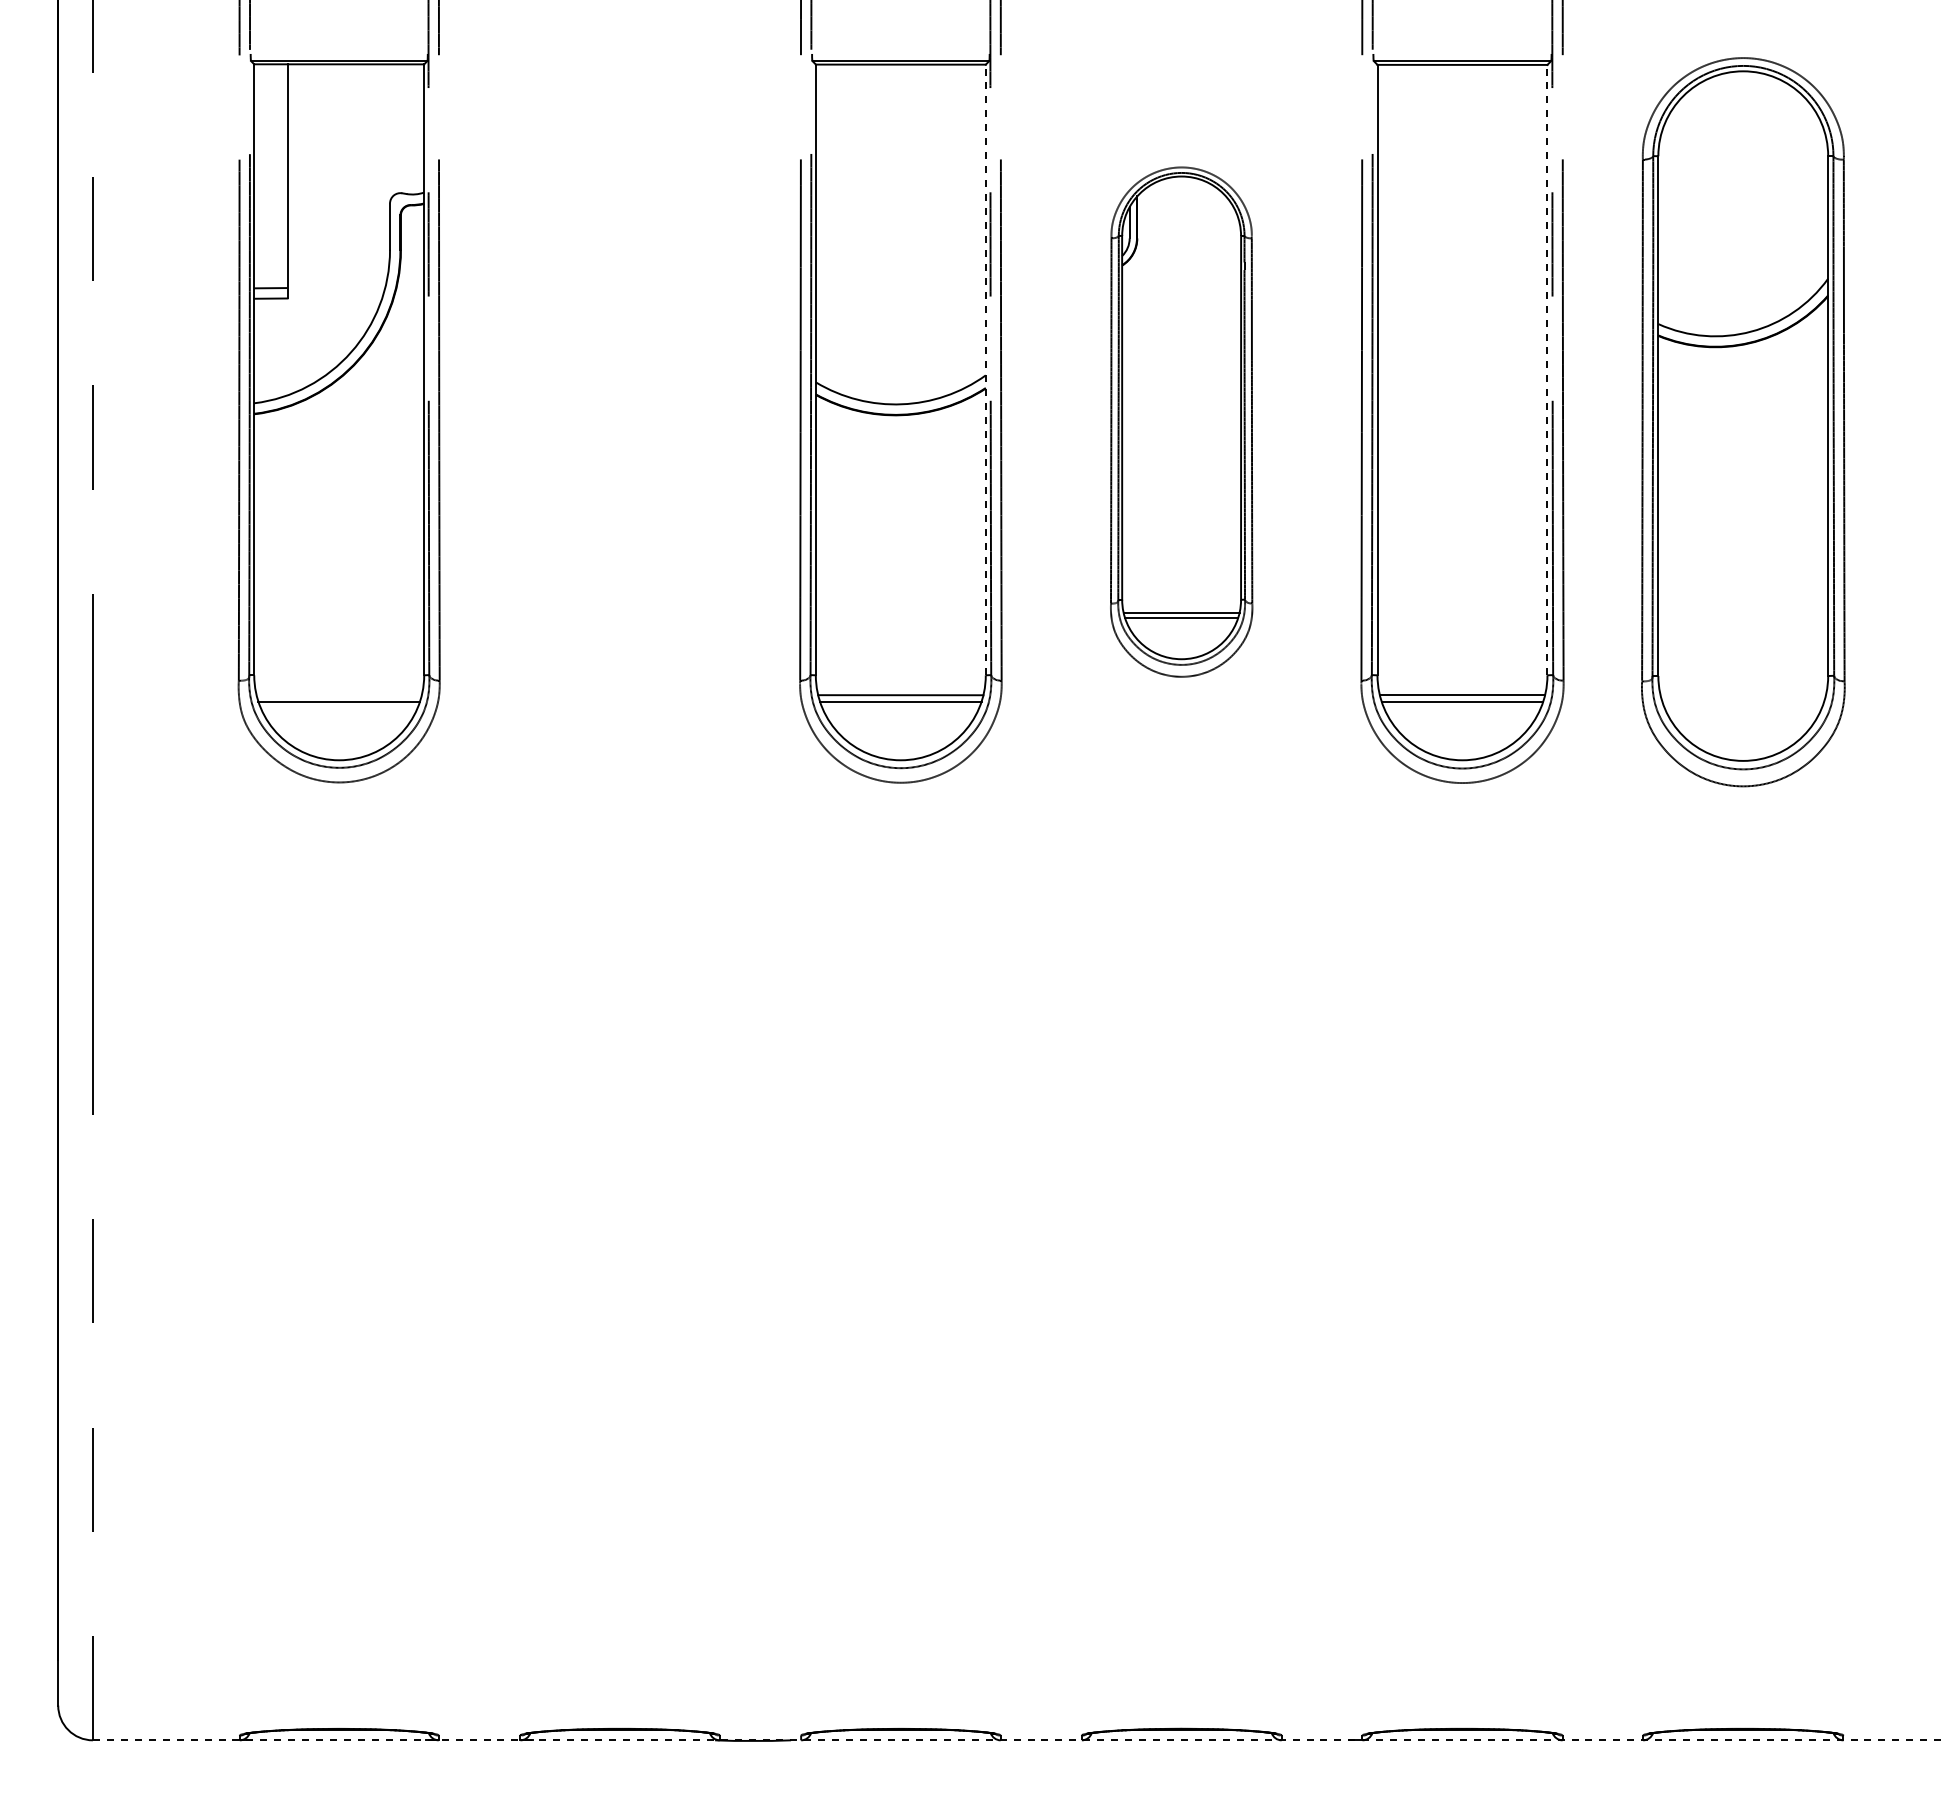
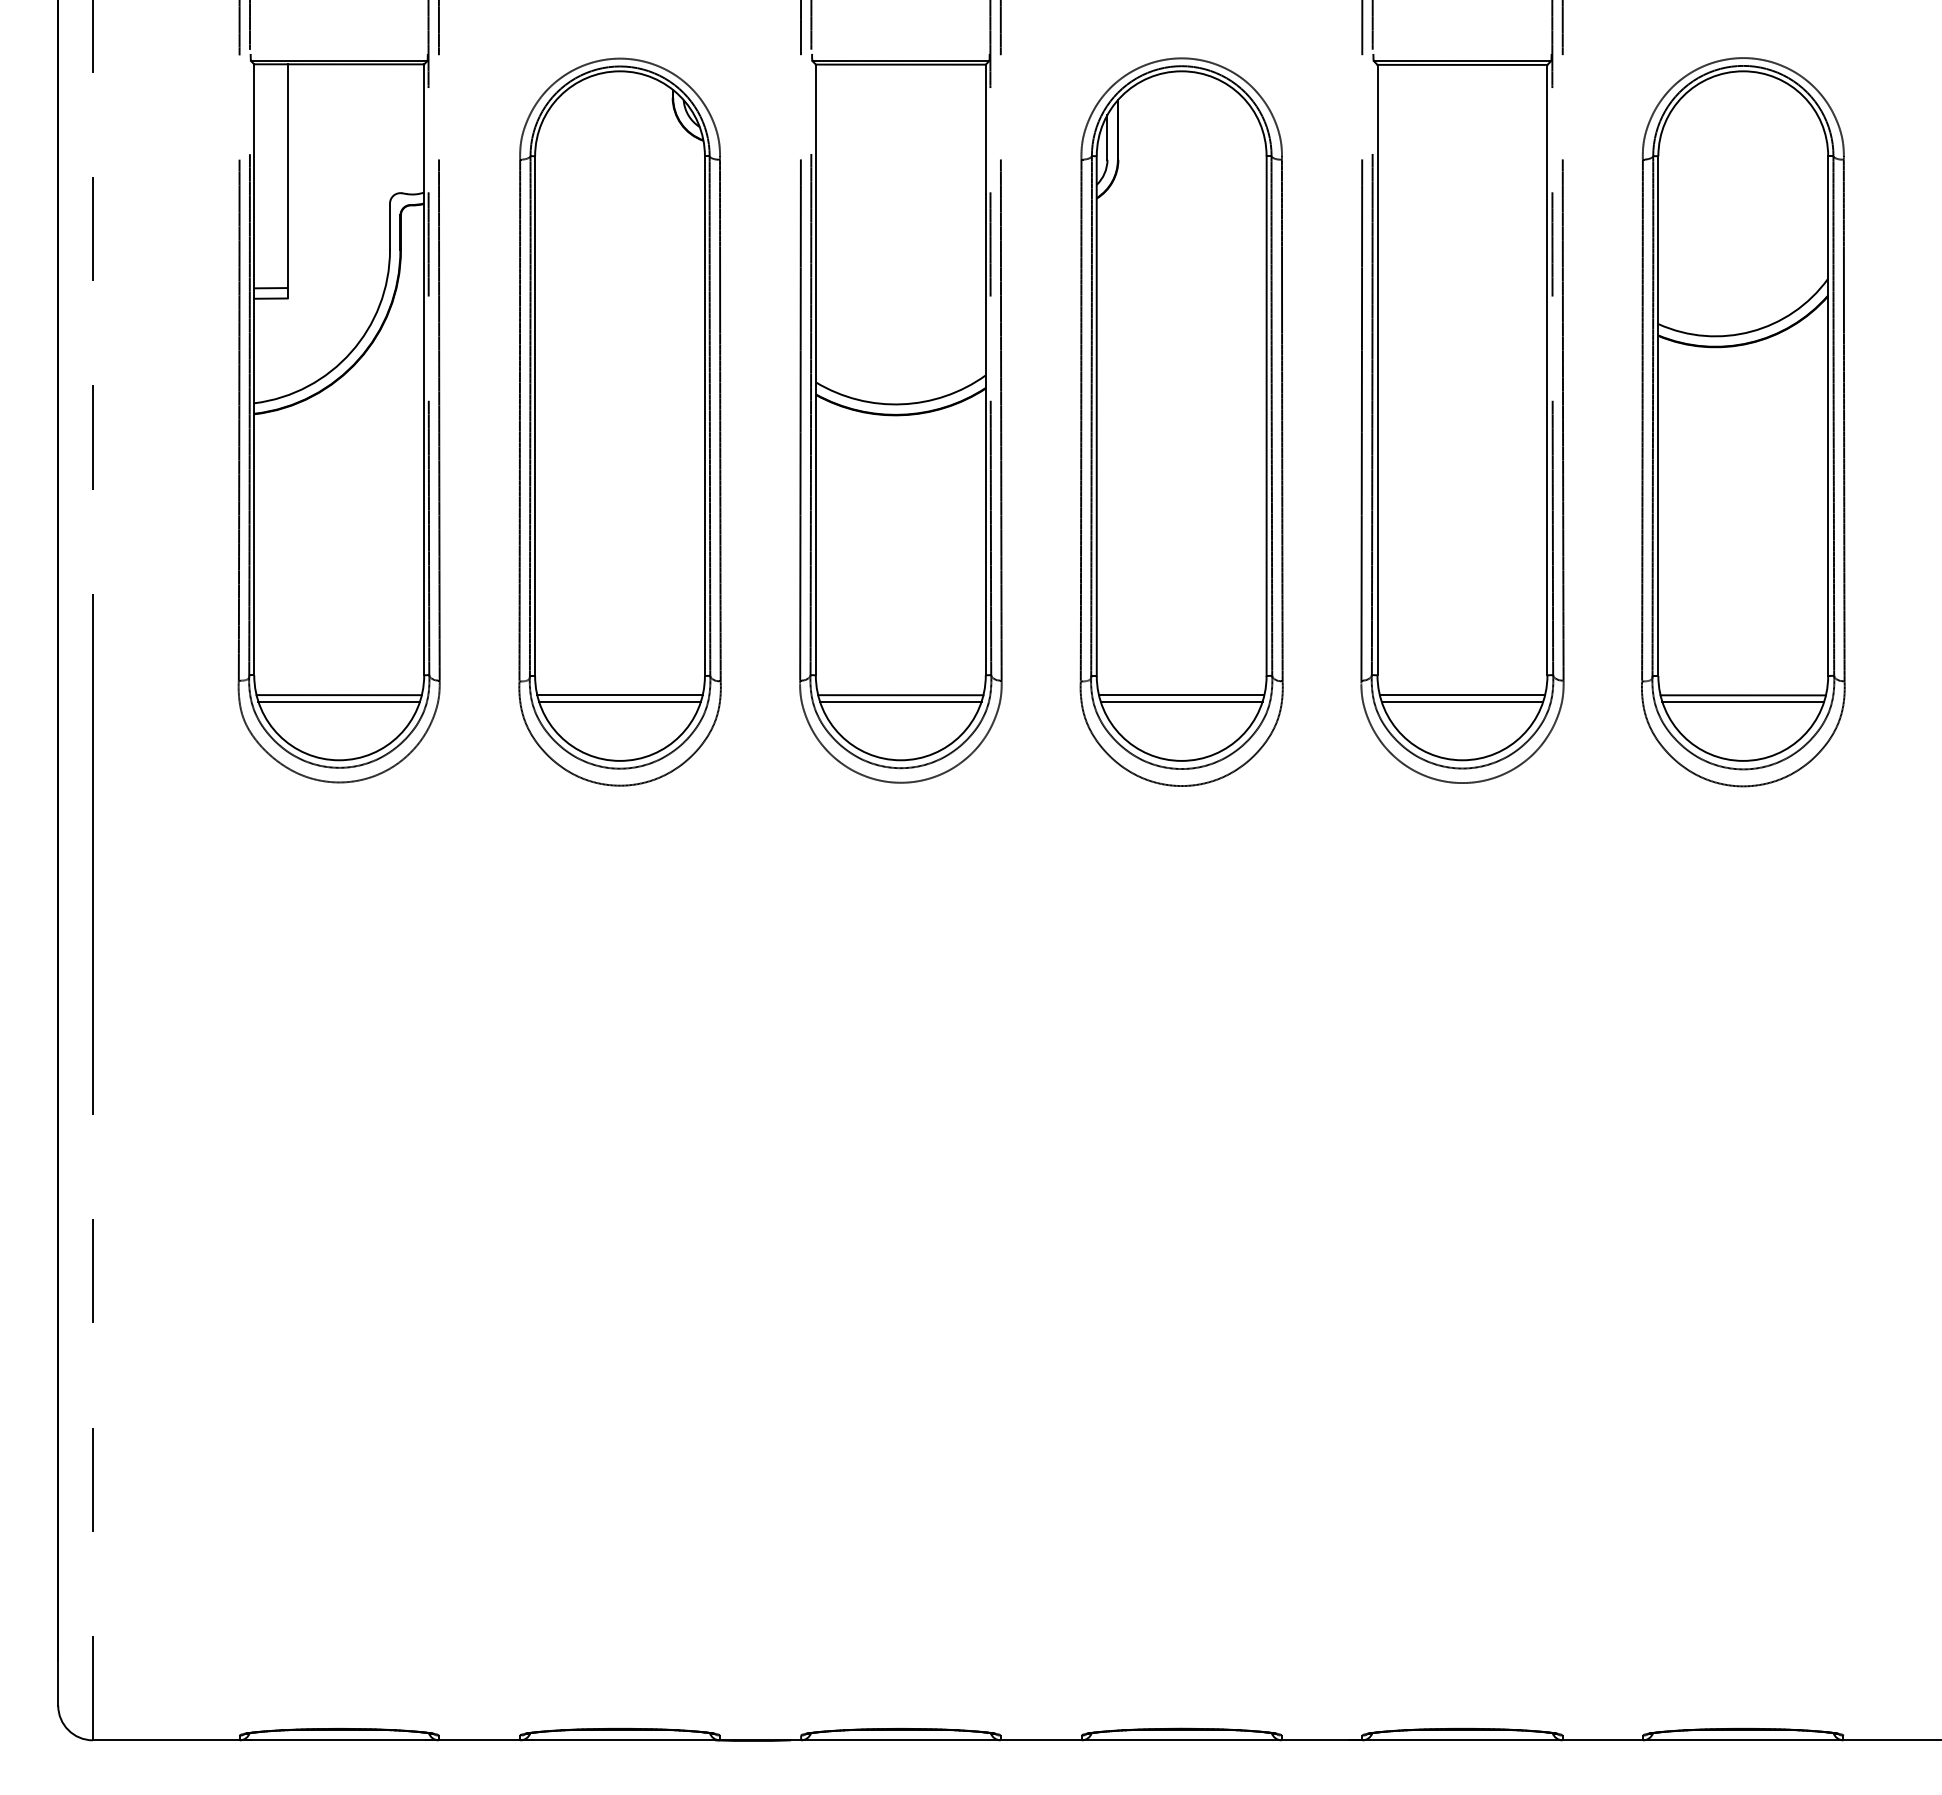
line at (985, 369): dashed -> solid
line at (1547, 369): dashed -> solid
part at (619, 421): none -> present
part at (1181, 421) size: 144x512 px -> 205x730 px
line at (338, 695): none -> present
line at (1743, 695): none -> present
line at (1743, 701): none -> present
line at (1017, 1740): dashed -> solid
